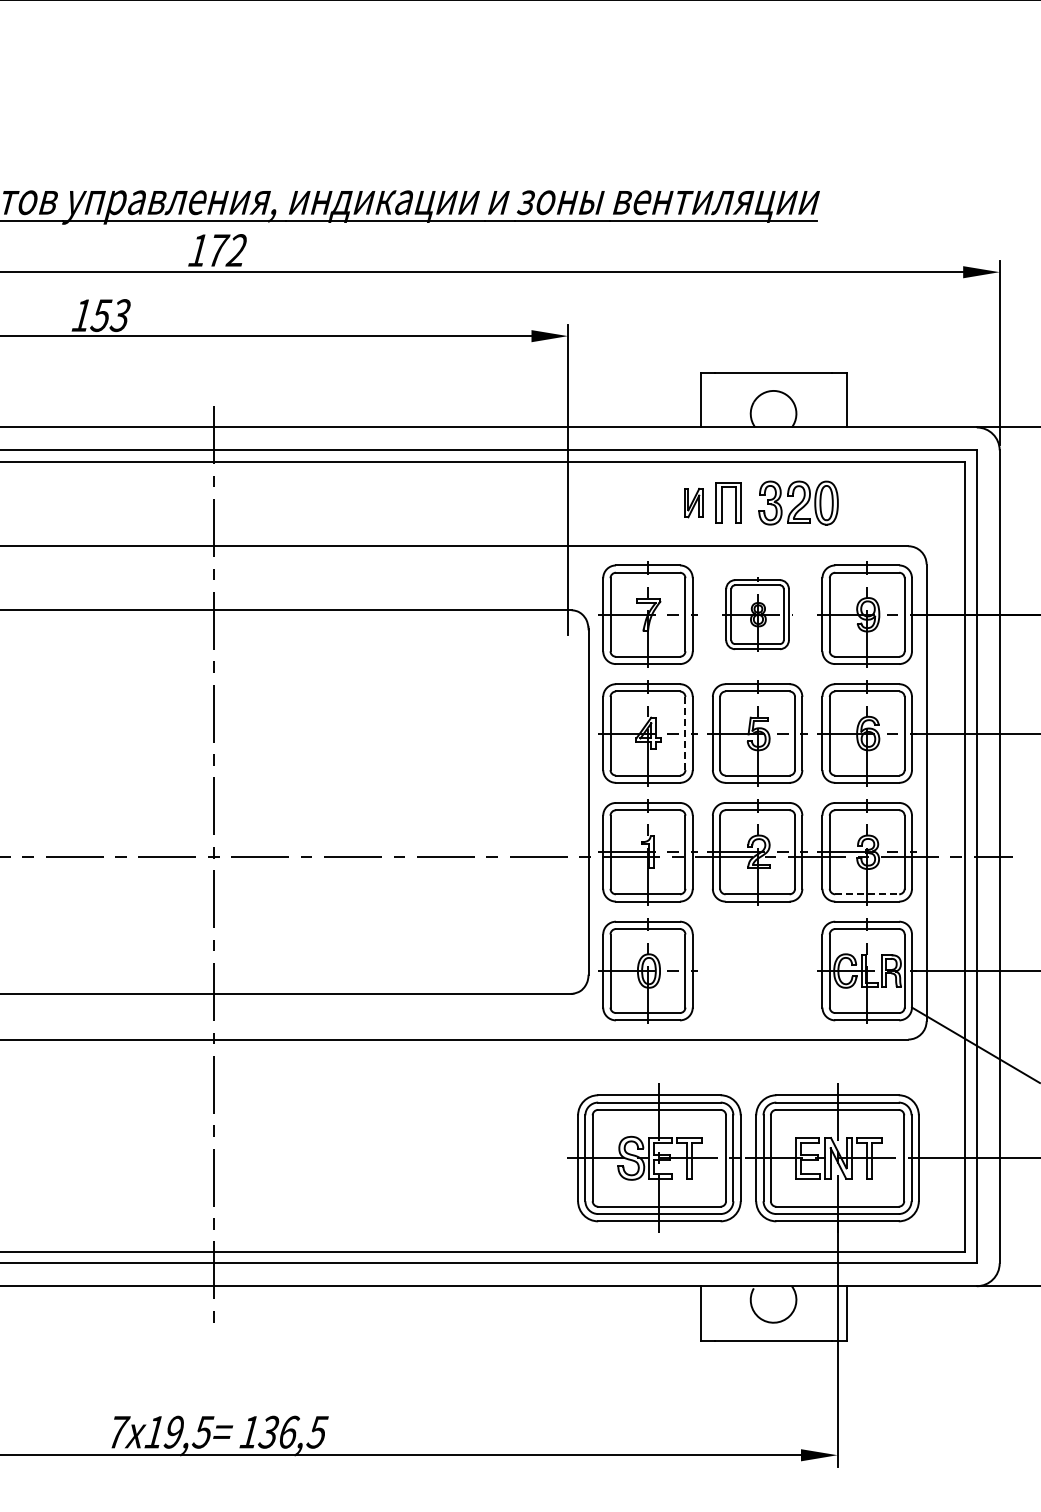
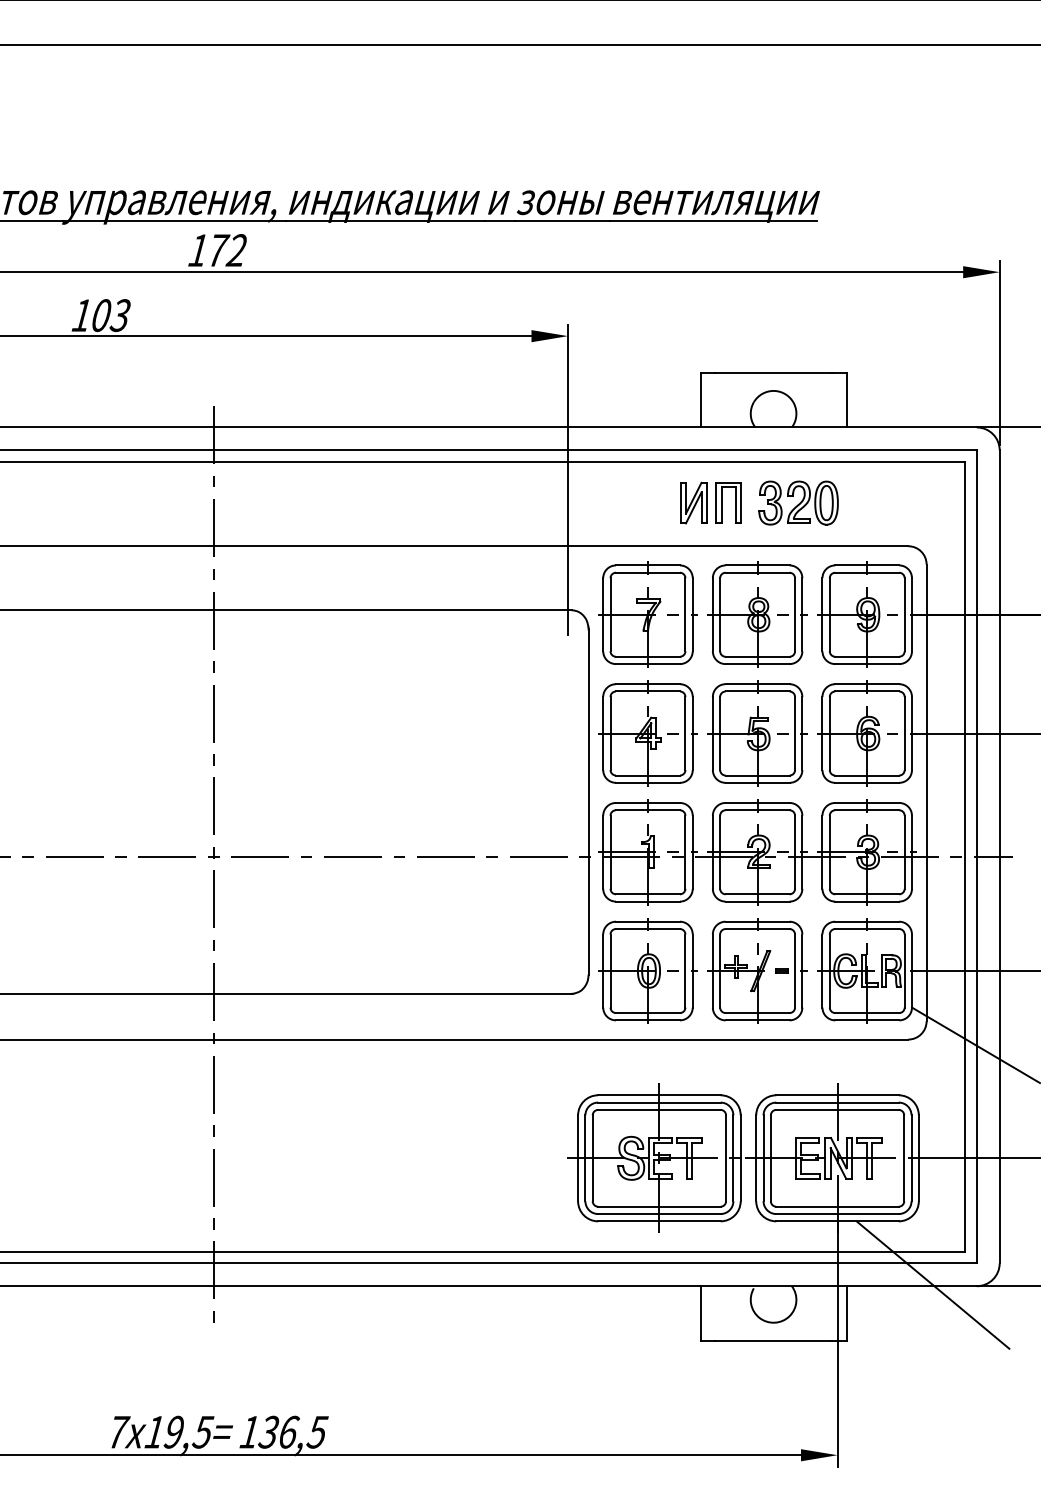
line at (519, 45): none -> present
text at (101, 315): 153 -> 103
part at (693, 503) size: 20x31 px -> 28x44 px
part at (757, 614) size: 71x75 px -> 101x107 px
line at (685, 733): dashed -> solid
line at (867, 894): dashed -> solid
part at (757, 970): none -> present
line at (932, 1284): none -> present
